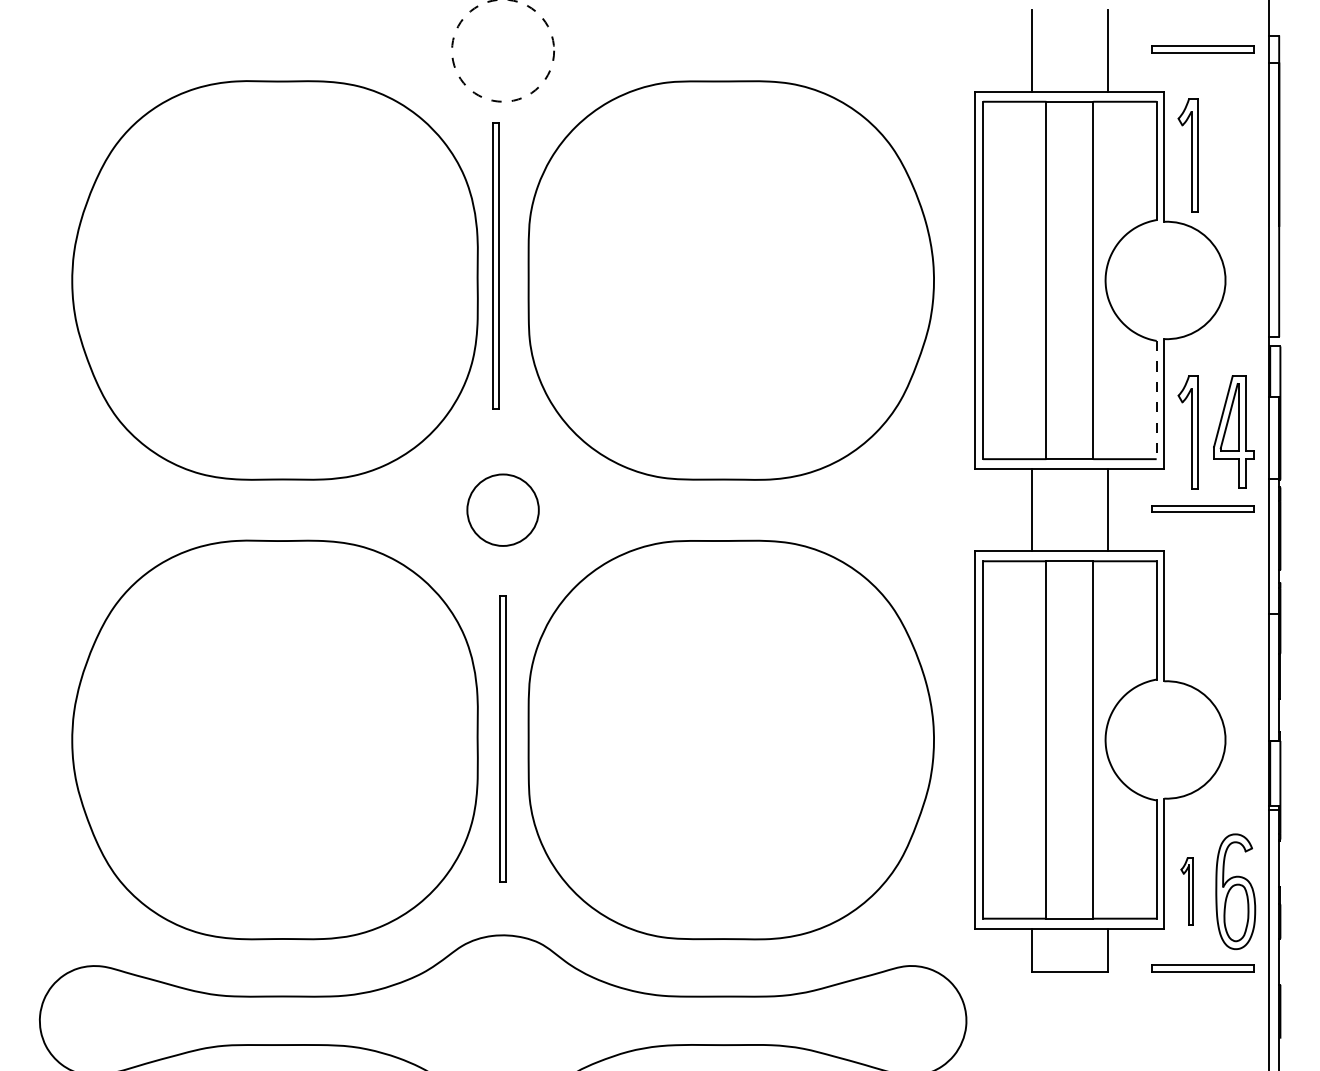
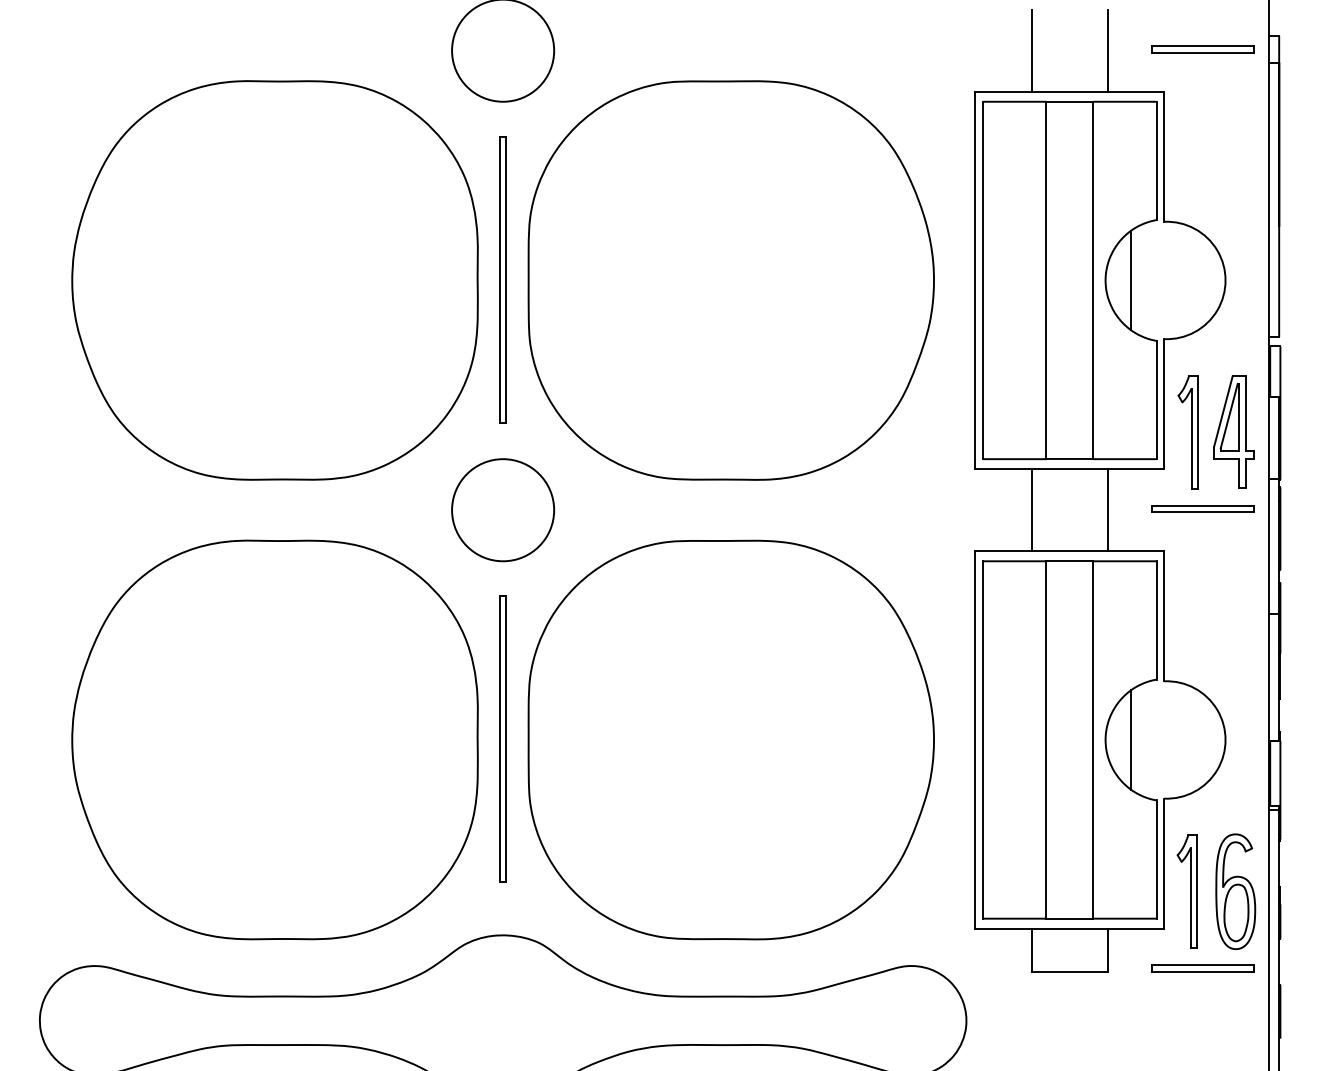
circle at (503, 50): dashed -> solid
part at (1187, 155): present -> none
part at (495, 265) position: (495, 265) -> (502, 279)
line at (1131, 280): none -> present
line at (1156, 400): dashed -> solid
circle at (502, 509) diameter: 71 px -> 102 px
line at (1131, 739): none -> present
part at (1186, 891) size: 14x69 px -> 22x115 px
